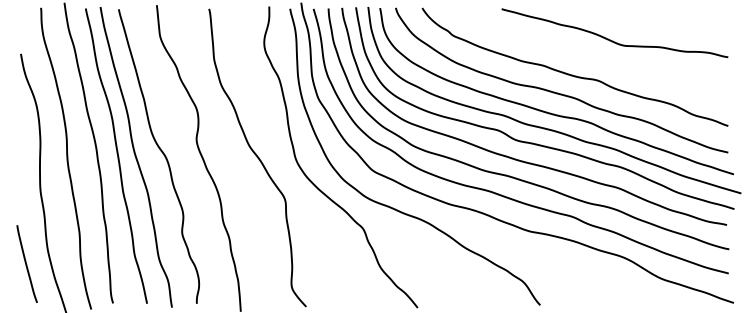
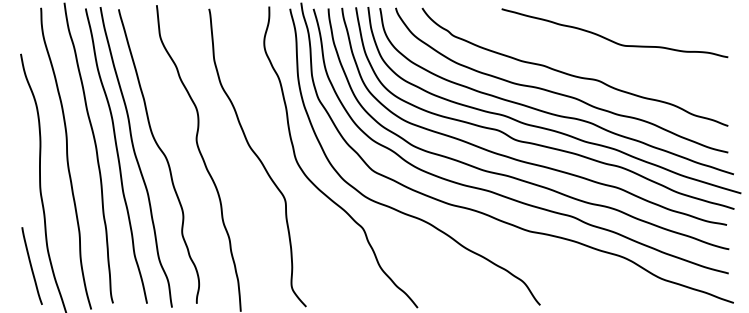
curve at (26, 263) position: (26, 263) -> (31, 265)
